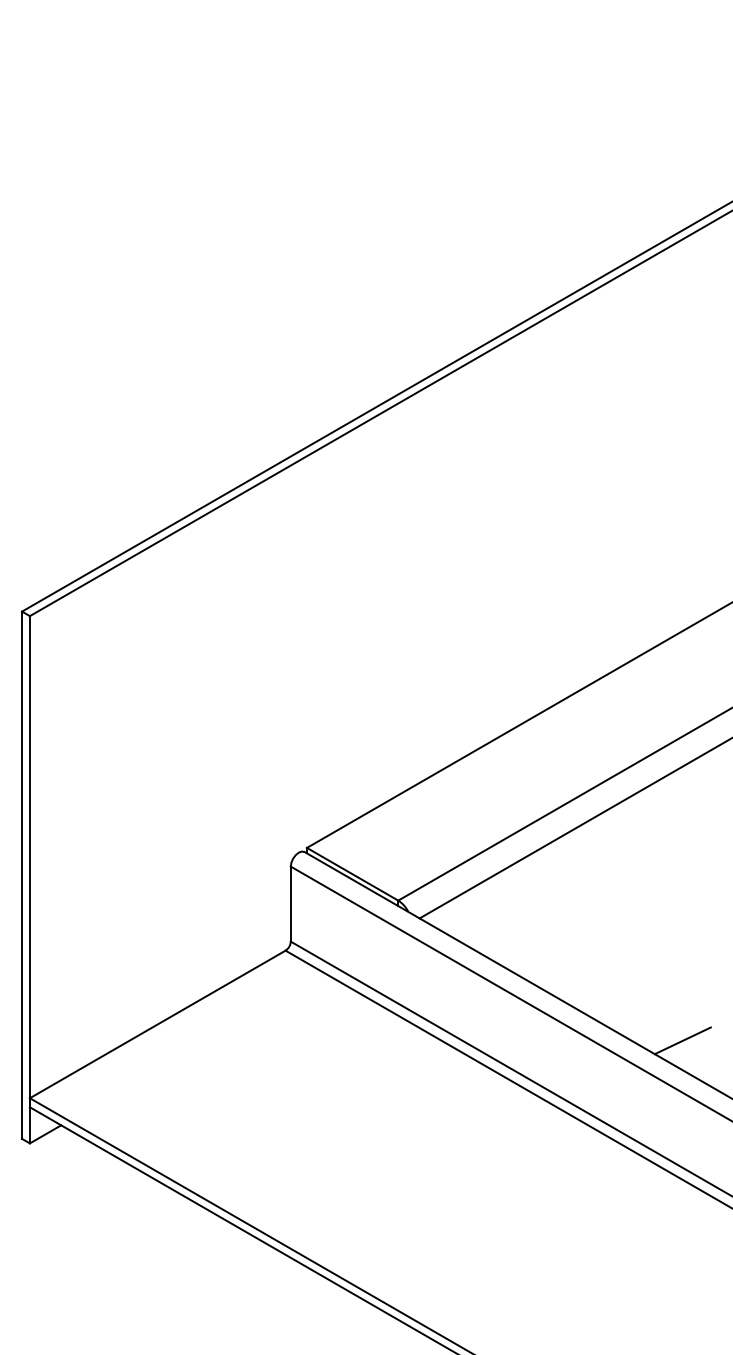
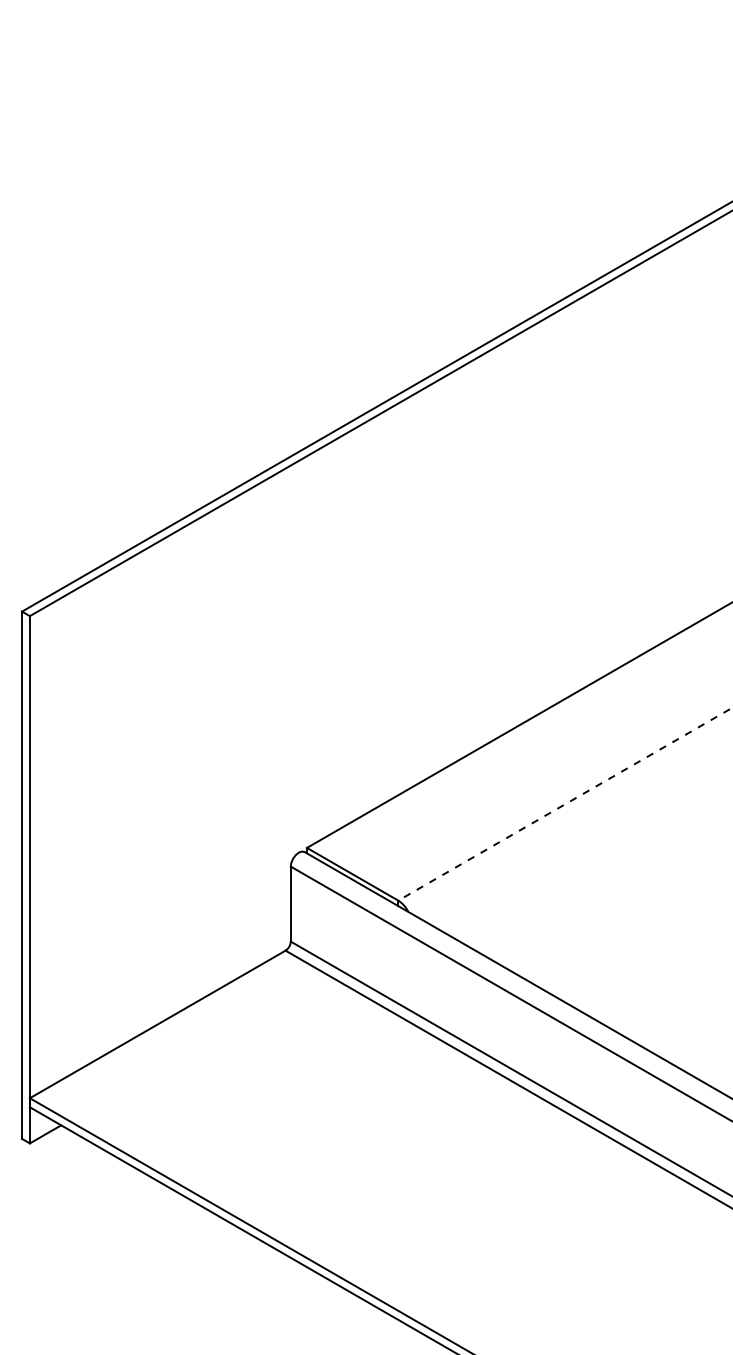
line at (565, 804): solid -> dashed
line at (574, 828): present -> none
line at (682, 1040): present -> none
